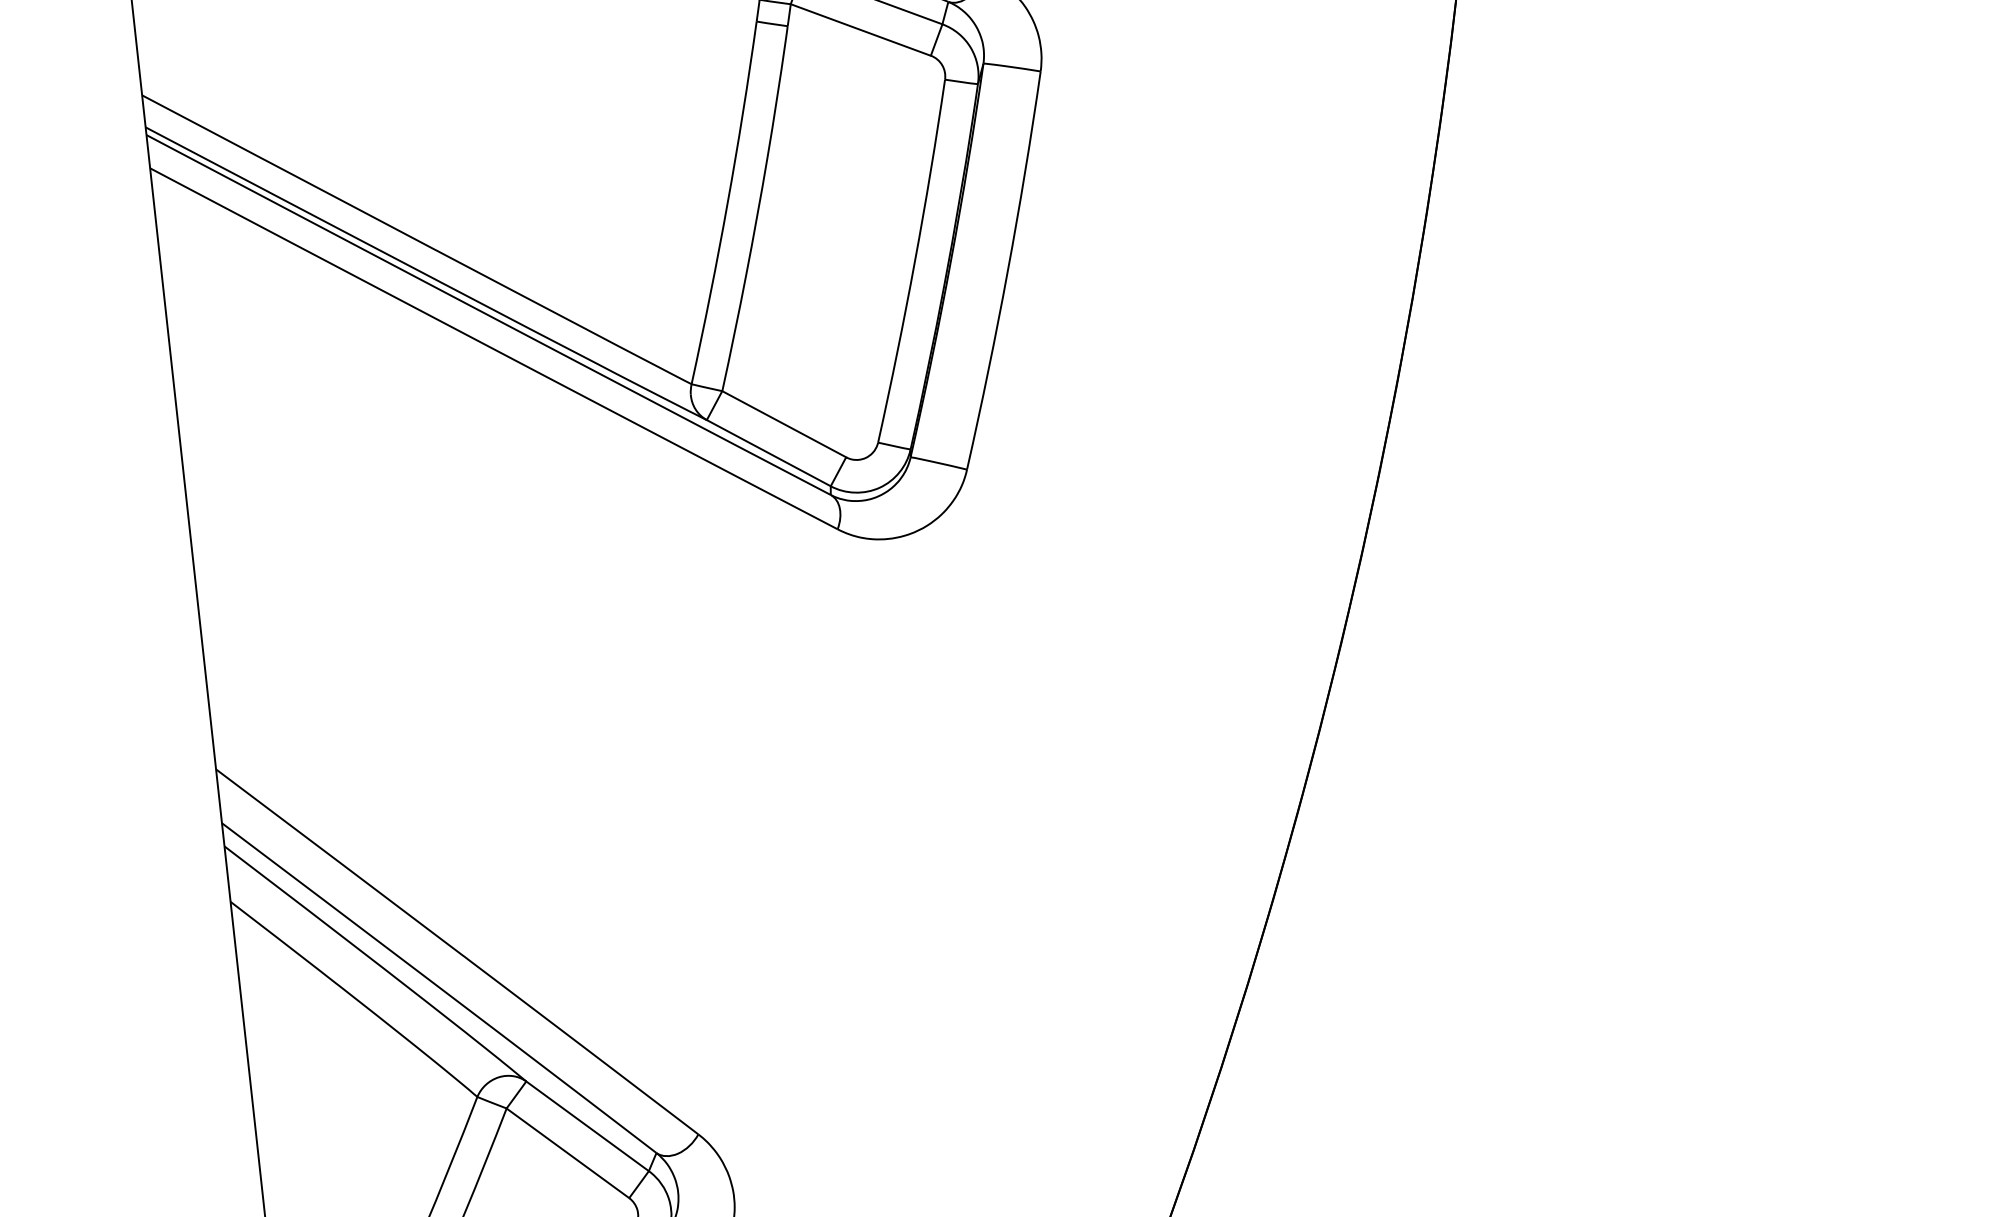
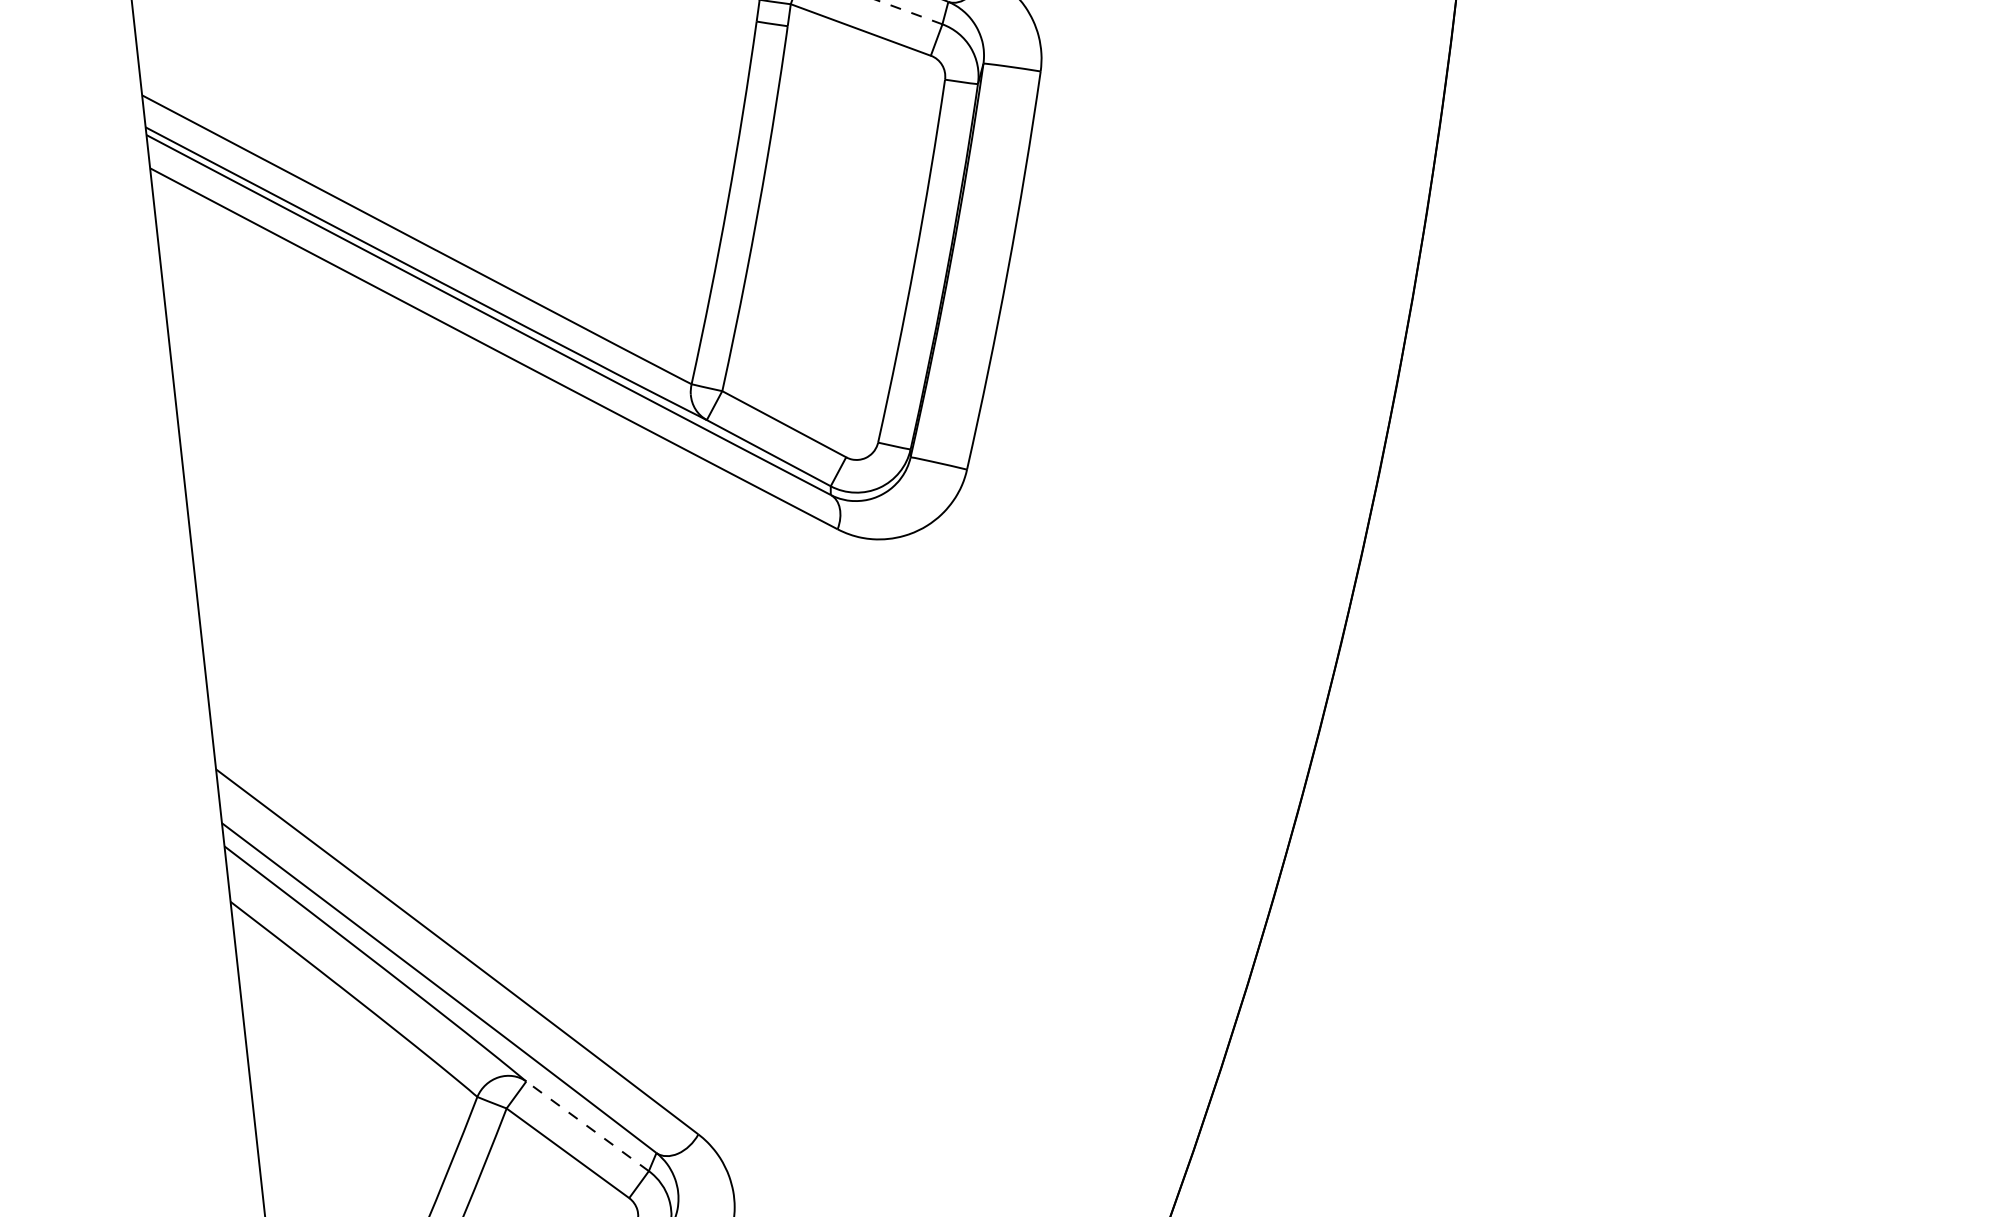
line at (909, 12): solid -> dashed
line at (587, 1126): solid -> dashed
